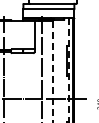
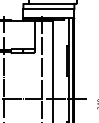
line at (68, 70): dashed -> solid
line at (52, 71): dashed -> solid
